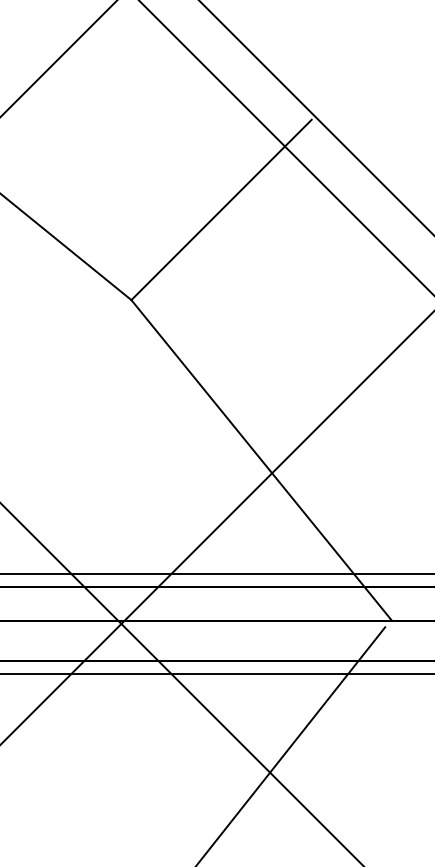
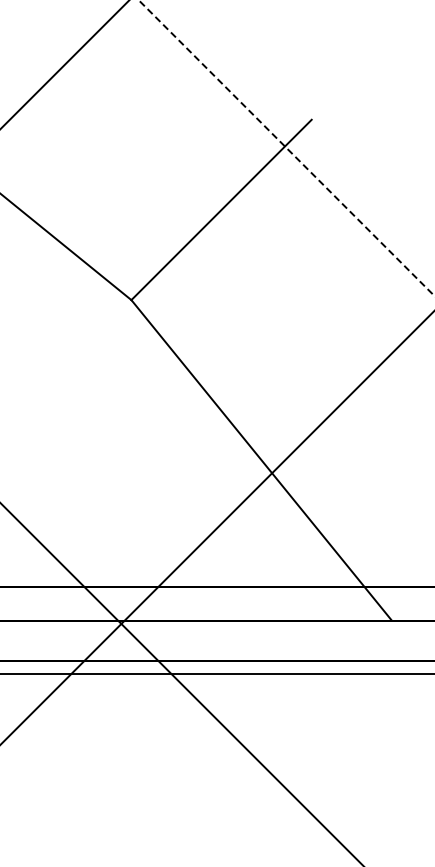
line at (58, 58) position: (58, 58) -> (64, 64)
line at (315, 117): present -> none
line at (286, 148): solid -> dashed
line at (216, 573): present -> none
line at (291, 745): present -> none
